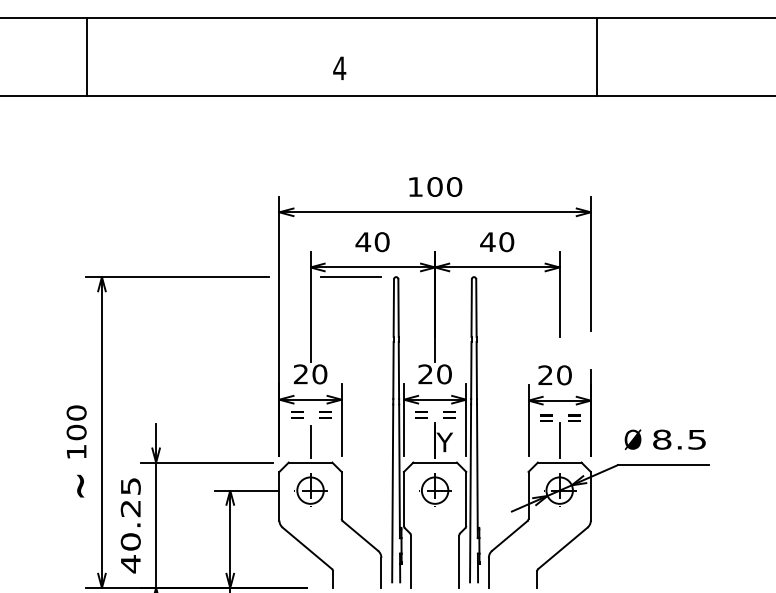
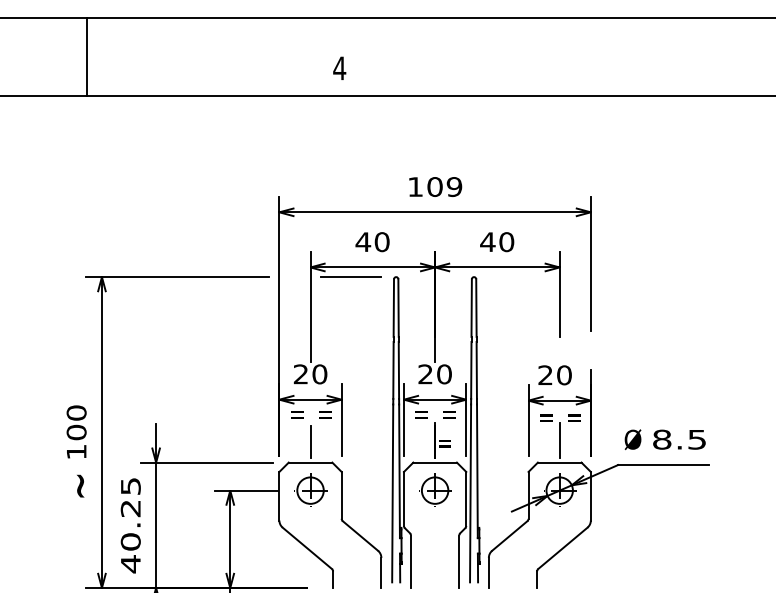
line at (596, 56): present -> none
text at (454, 187): 100 -> 109
text at (444, 442): Y -> =
